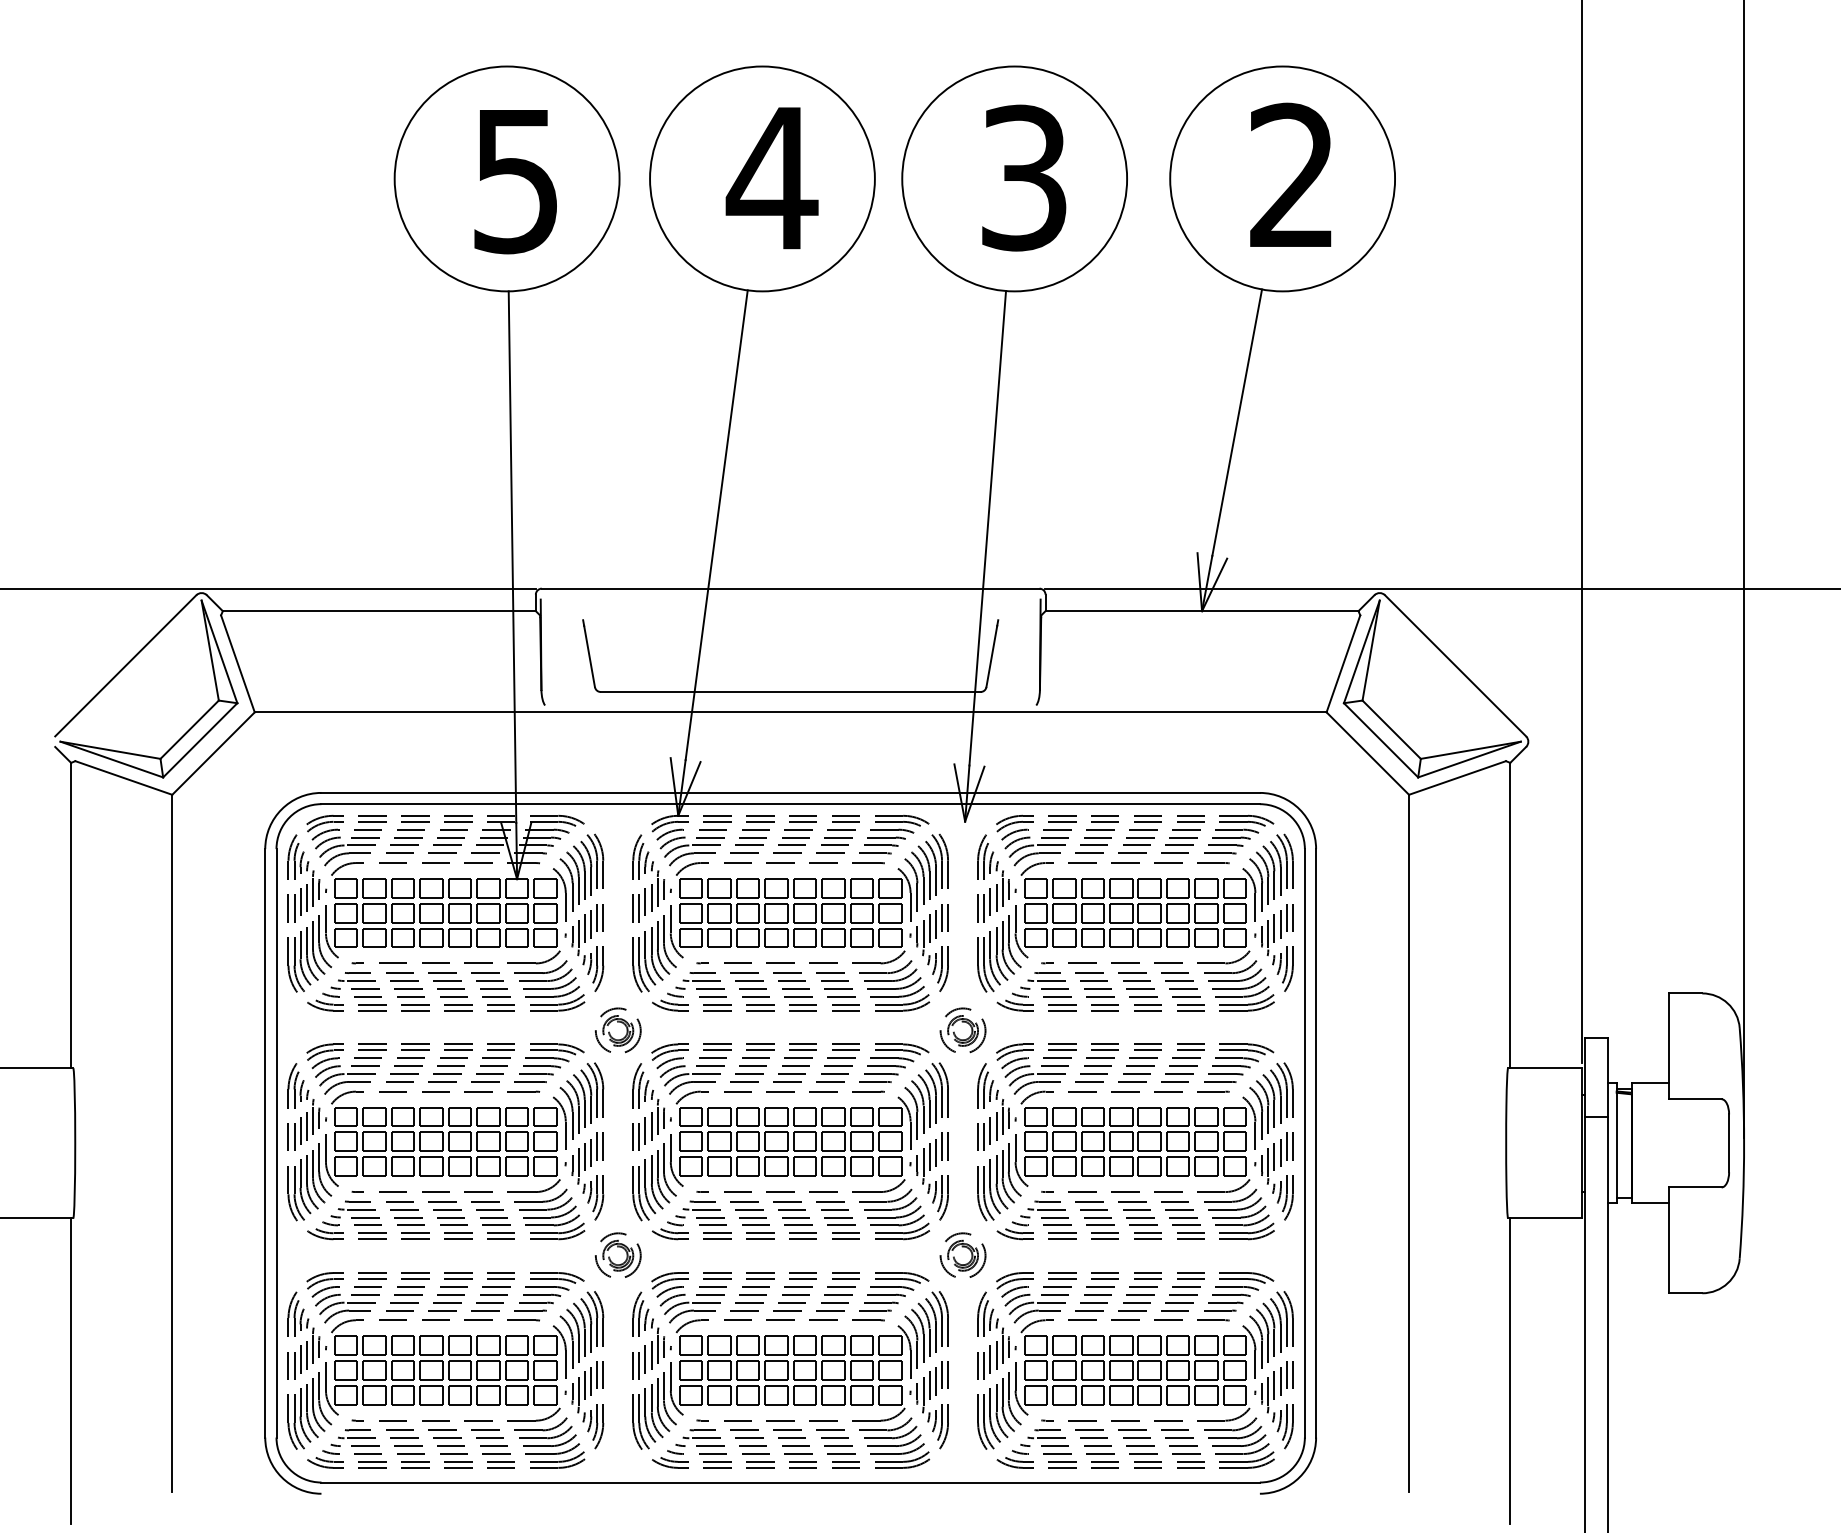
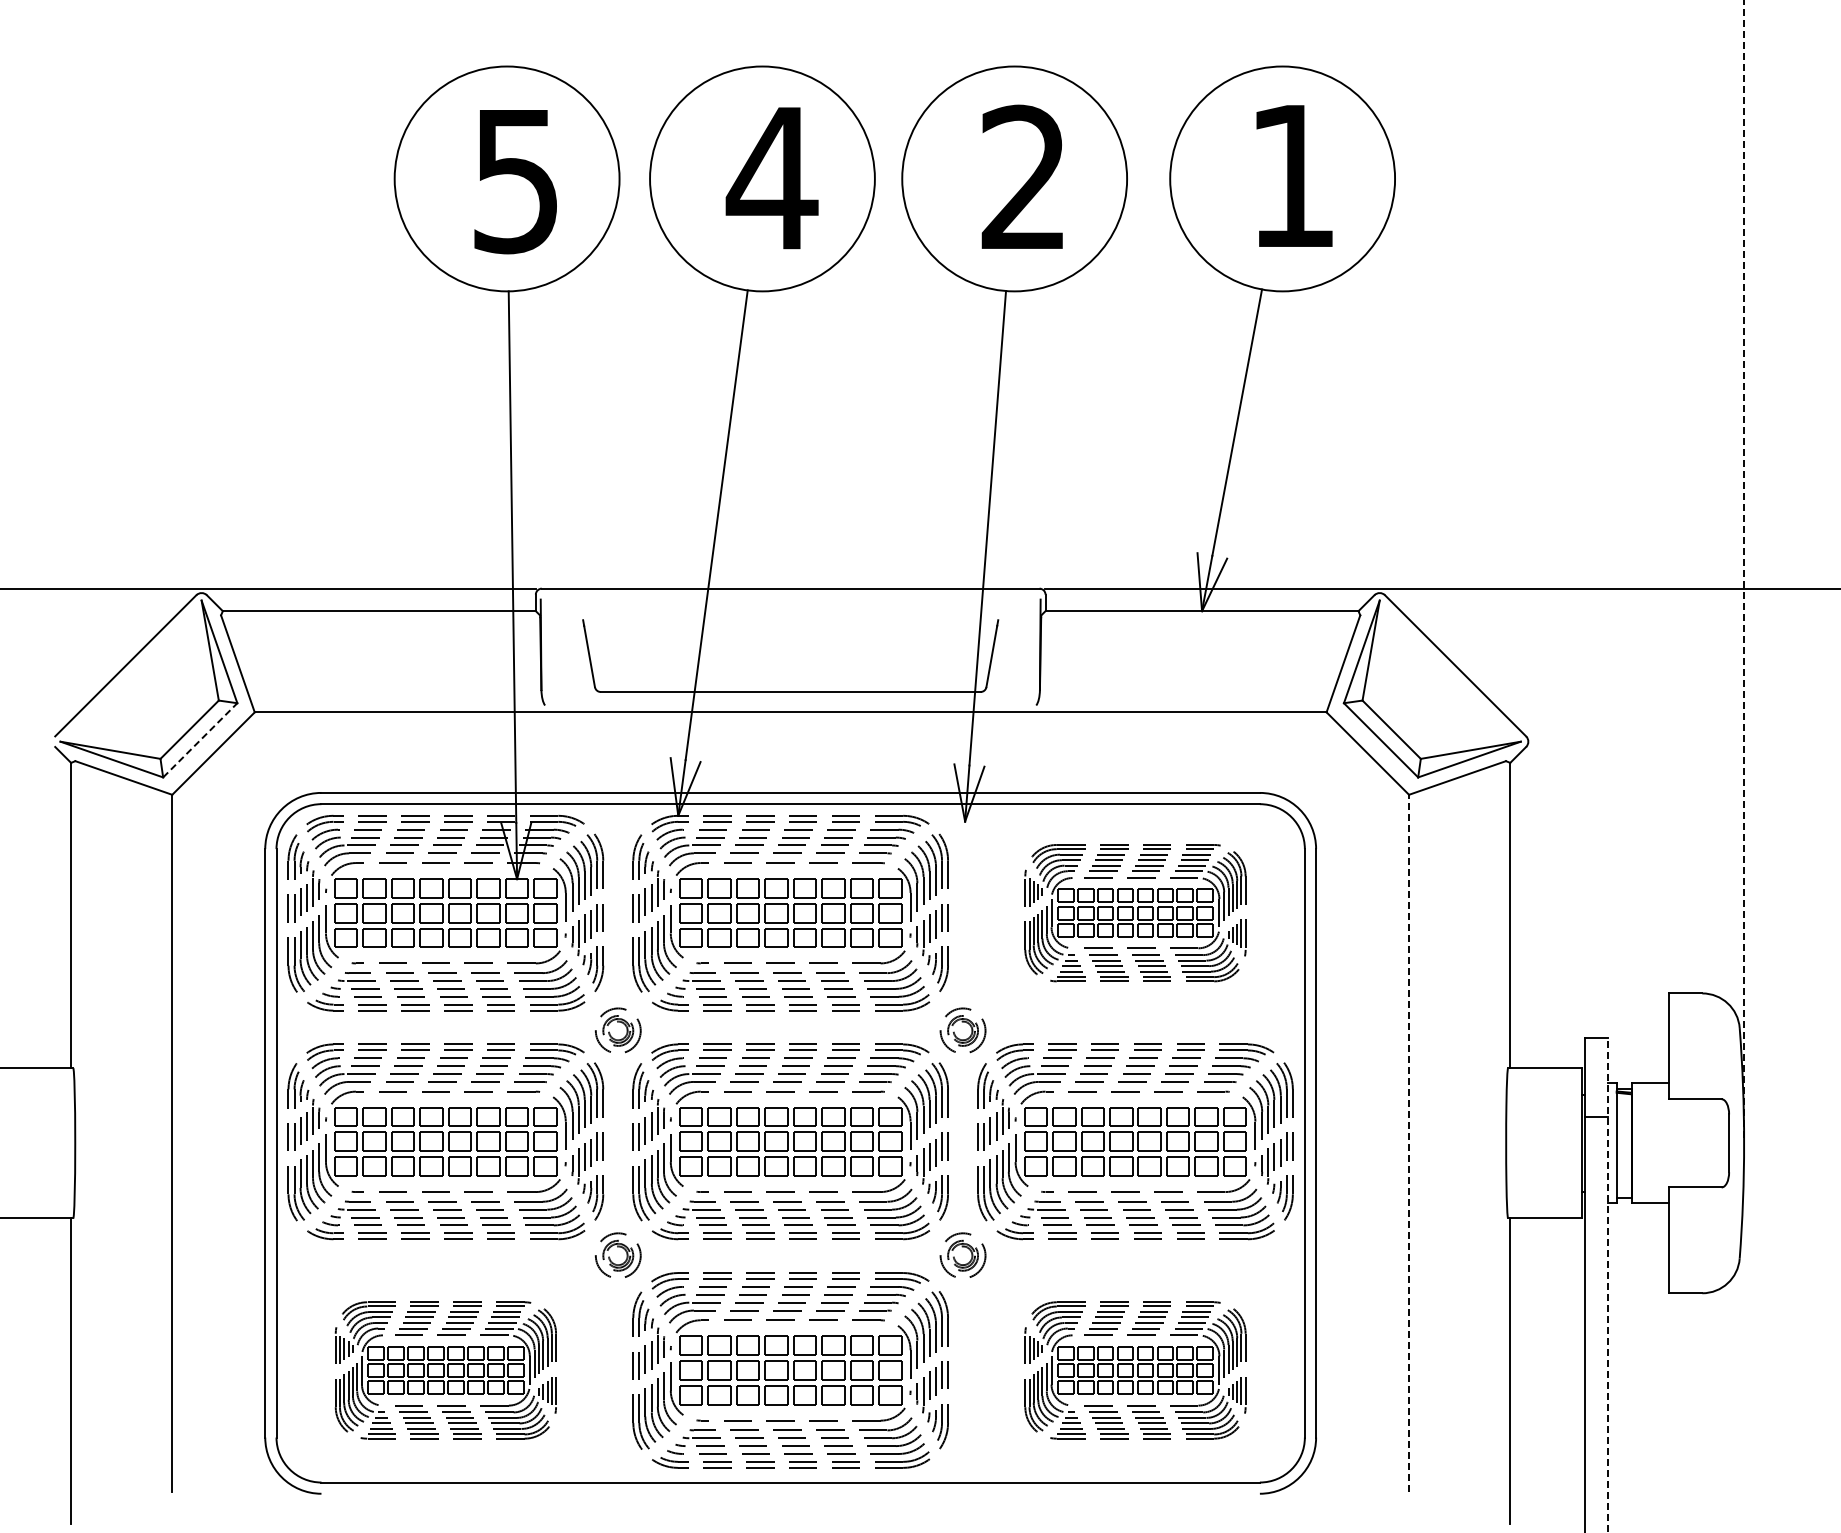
text at (1291, 174): 2 -> 1
text at (1023, 177): 3 -> 2
line at (1582, 532): present -> none
line at (1744, 568): solid -> dashed
line at (200, 739): solid -> dashed
part at (1135, 912) size: 317x198 px -> 223x139 px
line at (1409, 1143): solid -> dashed
line at (1607, 1285): solid -> dashed
part at (445, 1370) size: 318x197 px -> 223x139 px
part at (1135, 1370) size: 317x197 px -> 223x139 px
